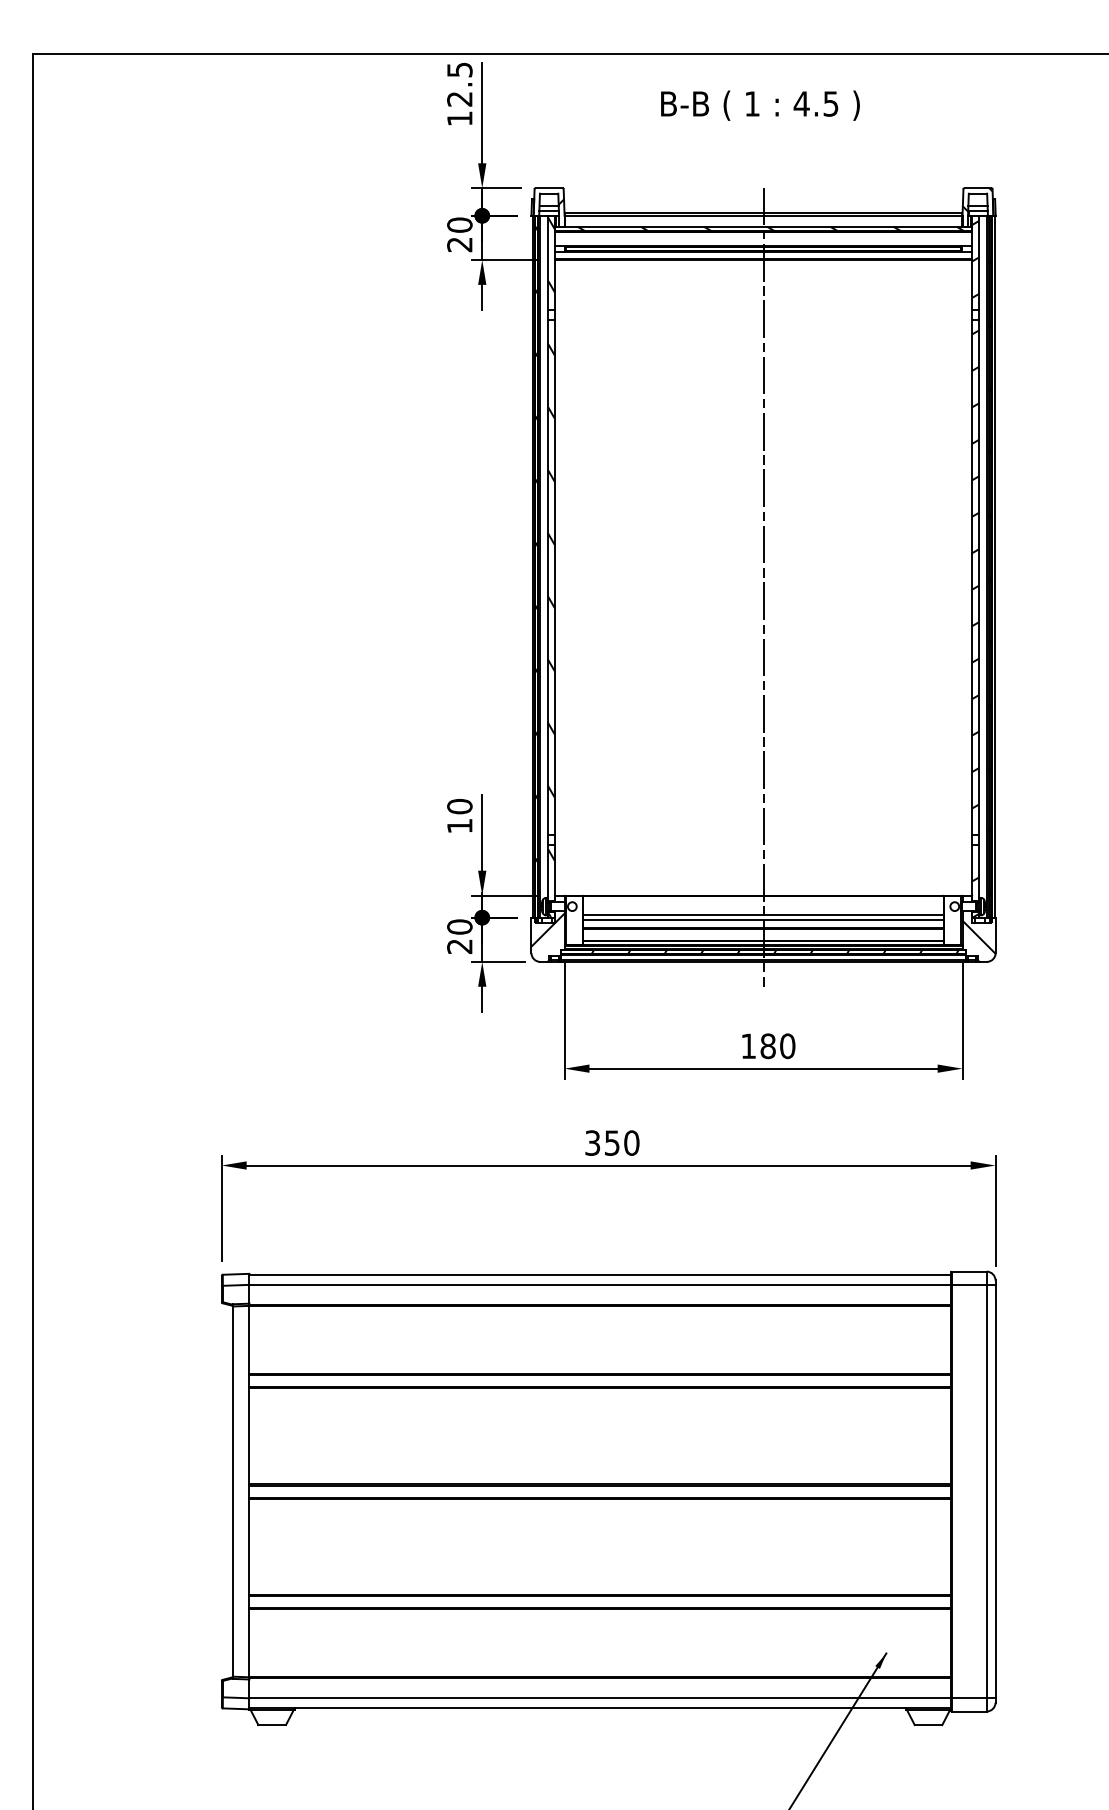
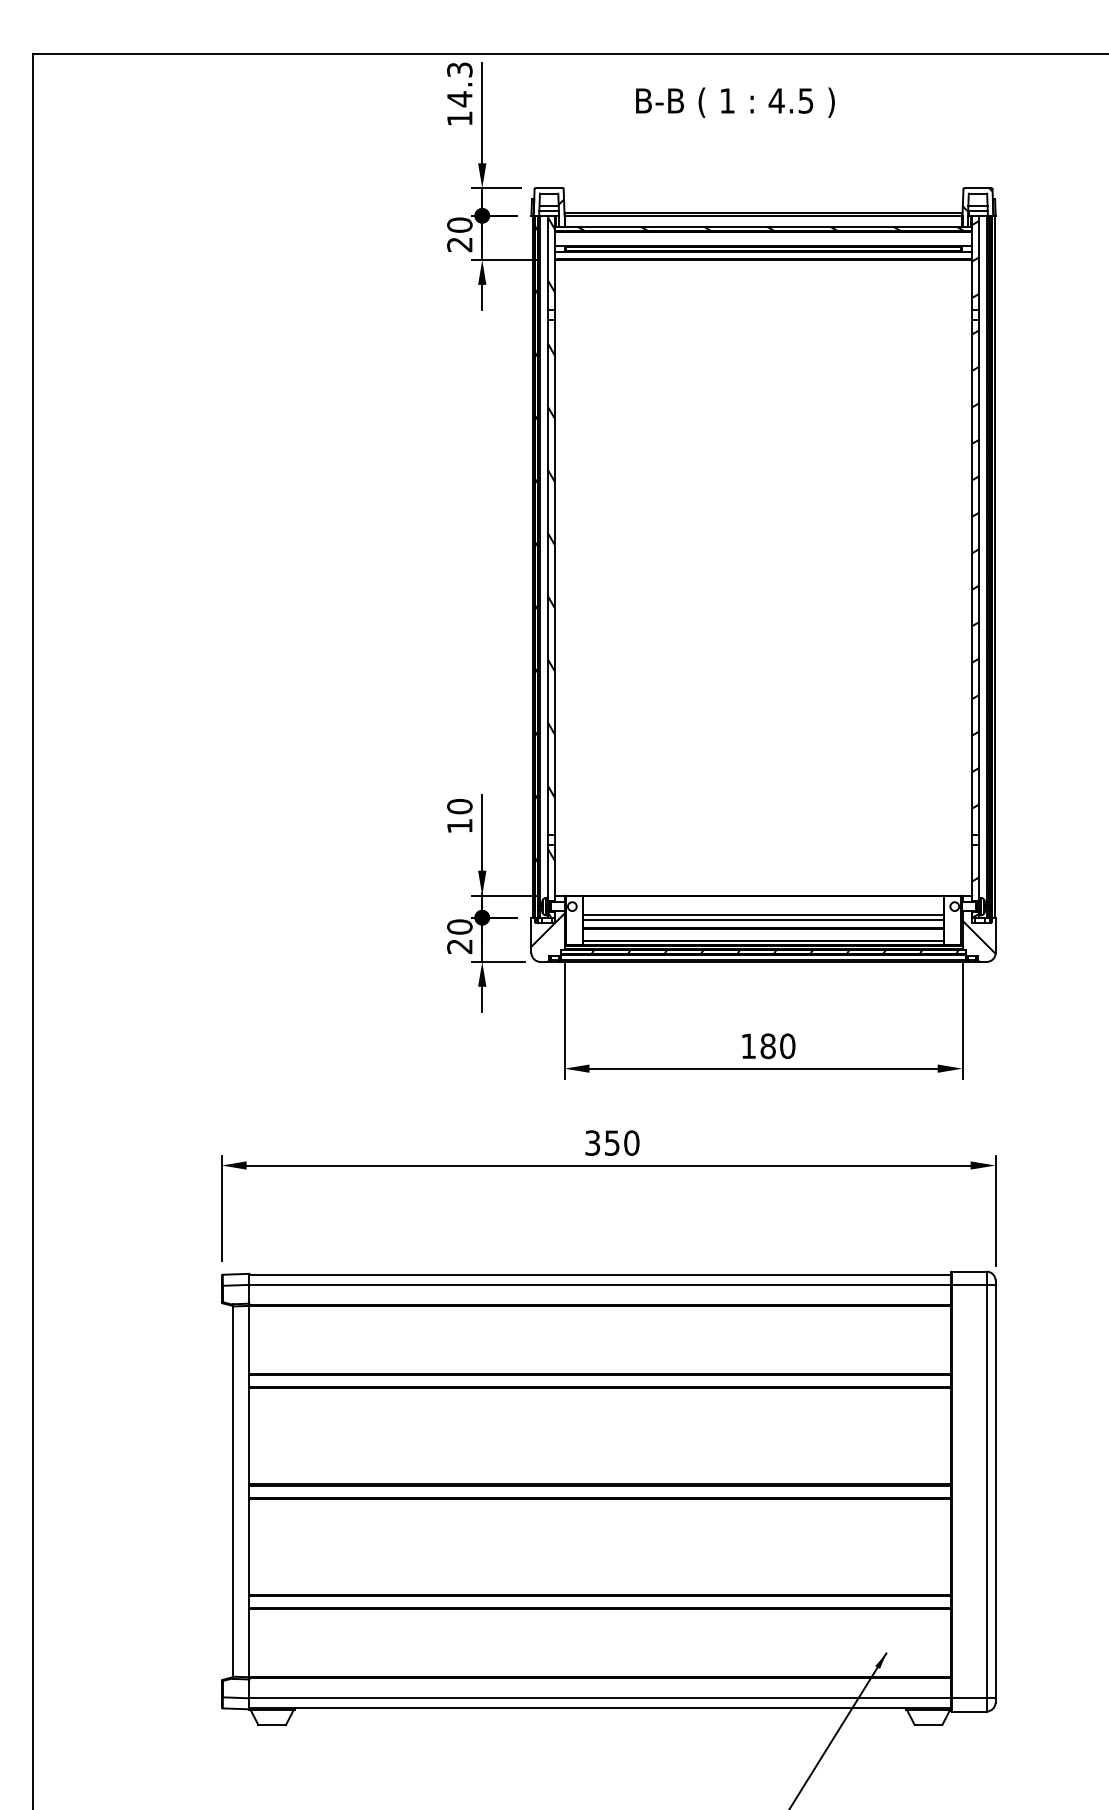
text at (459, 84): 12.5 -> 14.3
text at (760, 105) position: (760, 105) -> (735, 102)
line at (763, 586): present -> none
